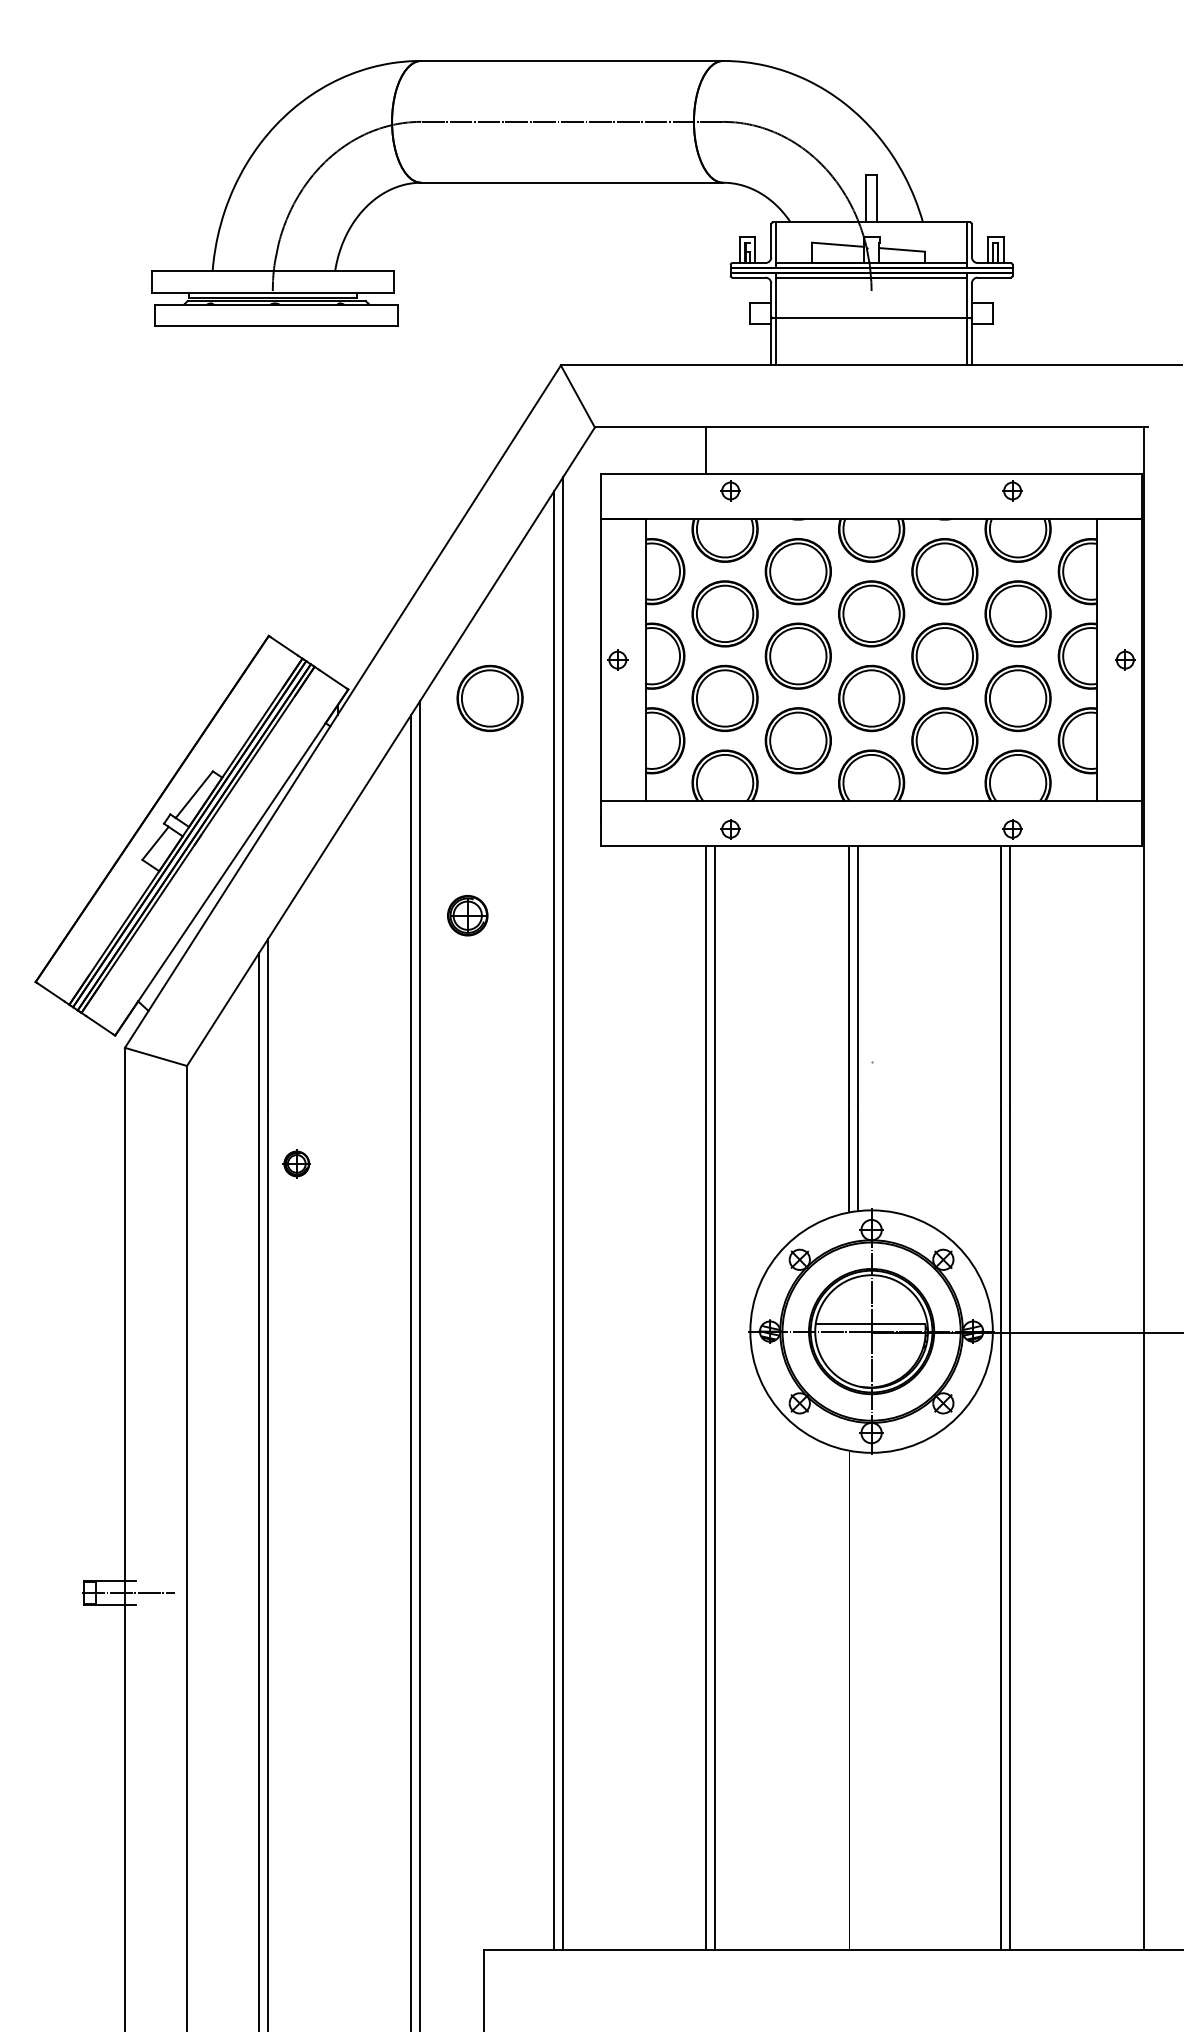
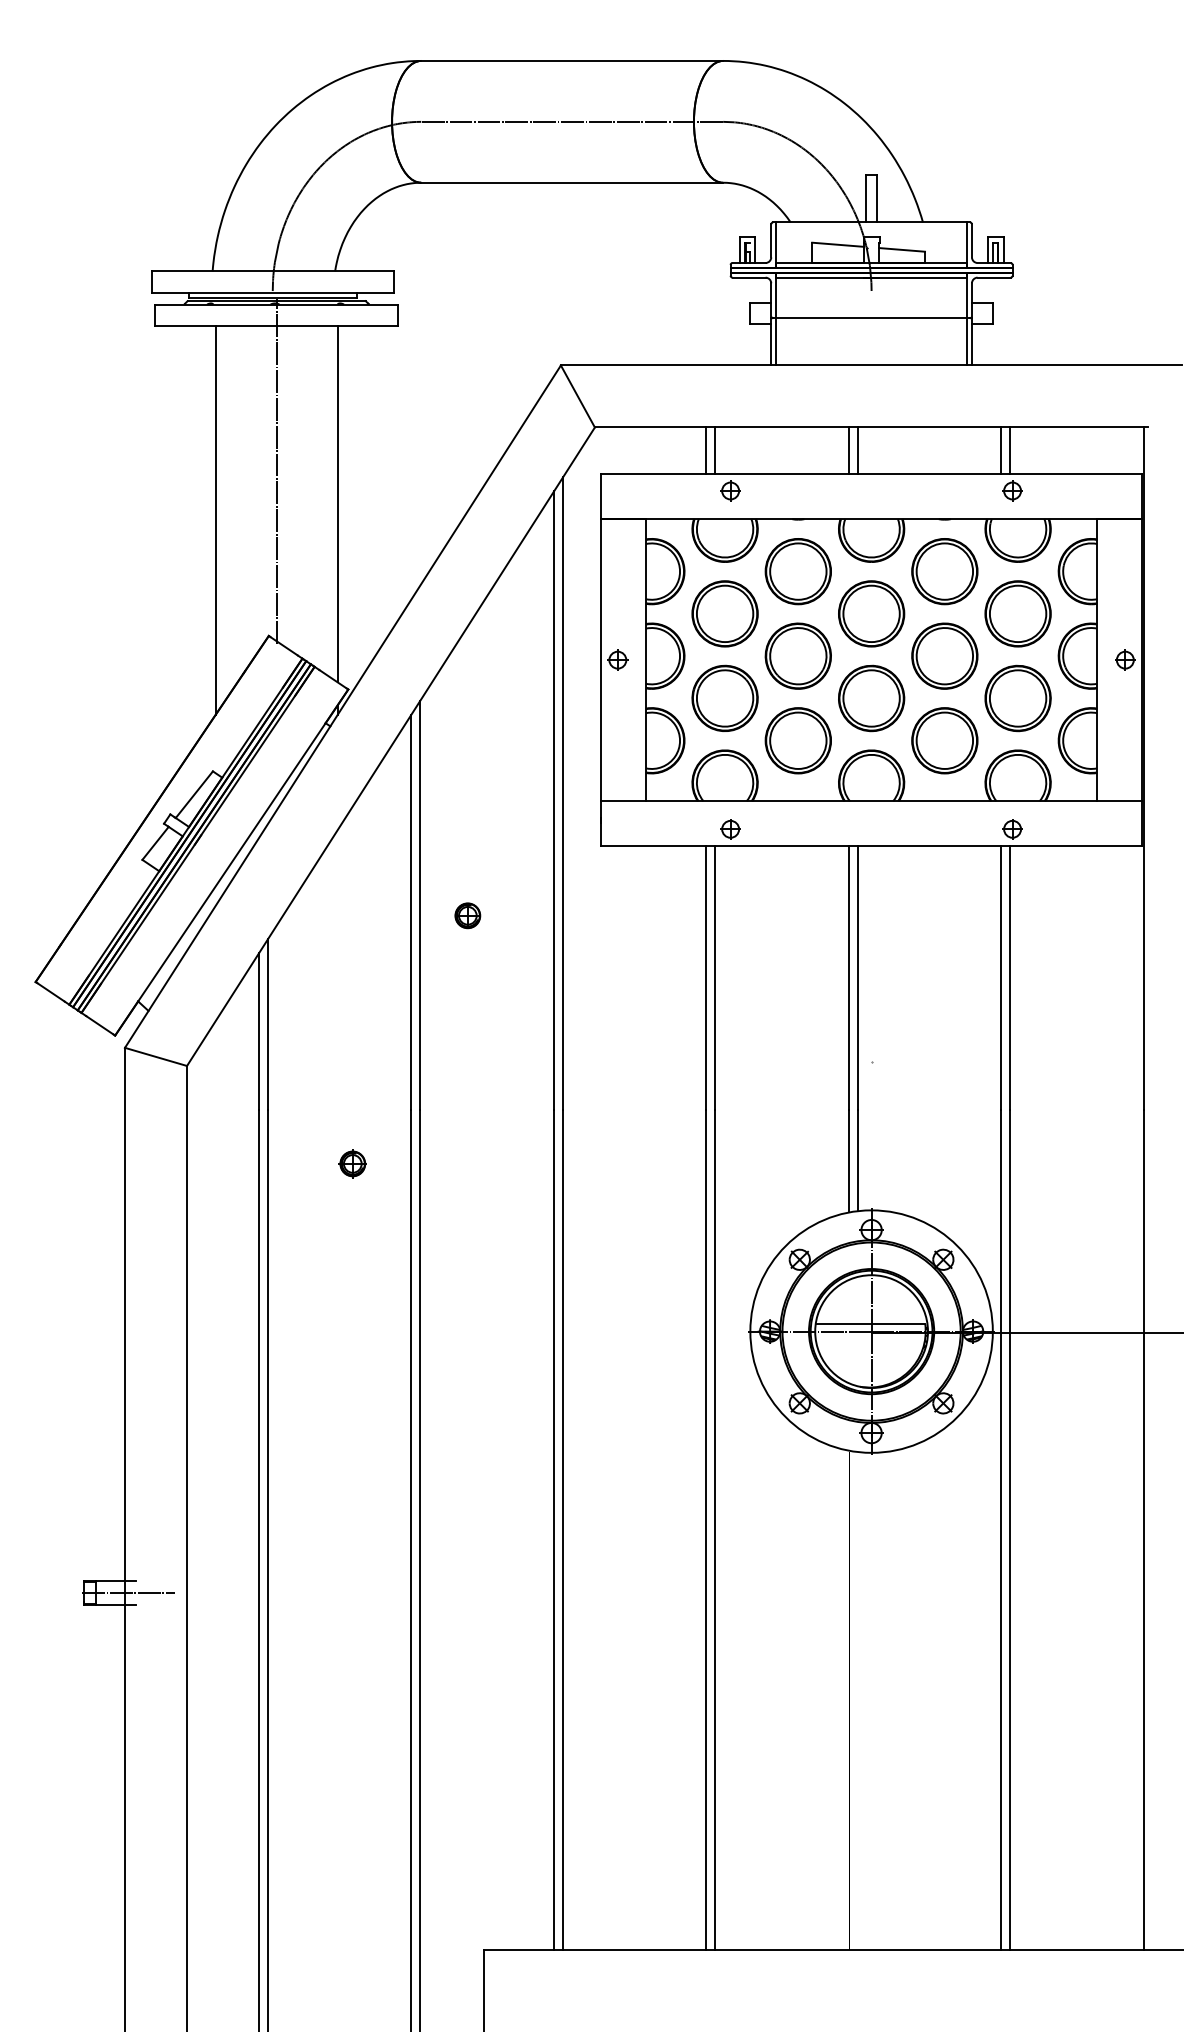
line at (714, 450): none -> present
line at (849, 450): none -> present
line at (857, 450): none -> present
line at (1001, 450): none -> present
line at (1009, 450): none -> present
line at (276, 470): none -> present
line at (337, 503): none -> present
line at (215, 519): none -> present
part at (489, 697): present -> none
part at (467, 915) size: 42x42 px -> 28x28 px
part at (296, 1163) position: (296, 1163) -> (352, 1163)
